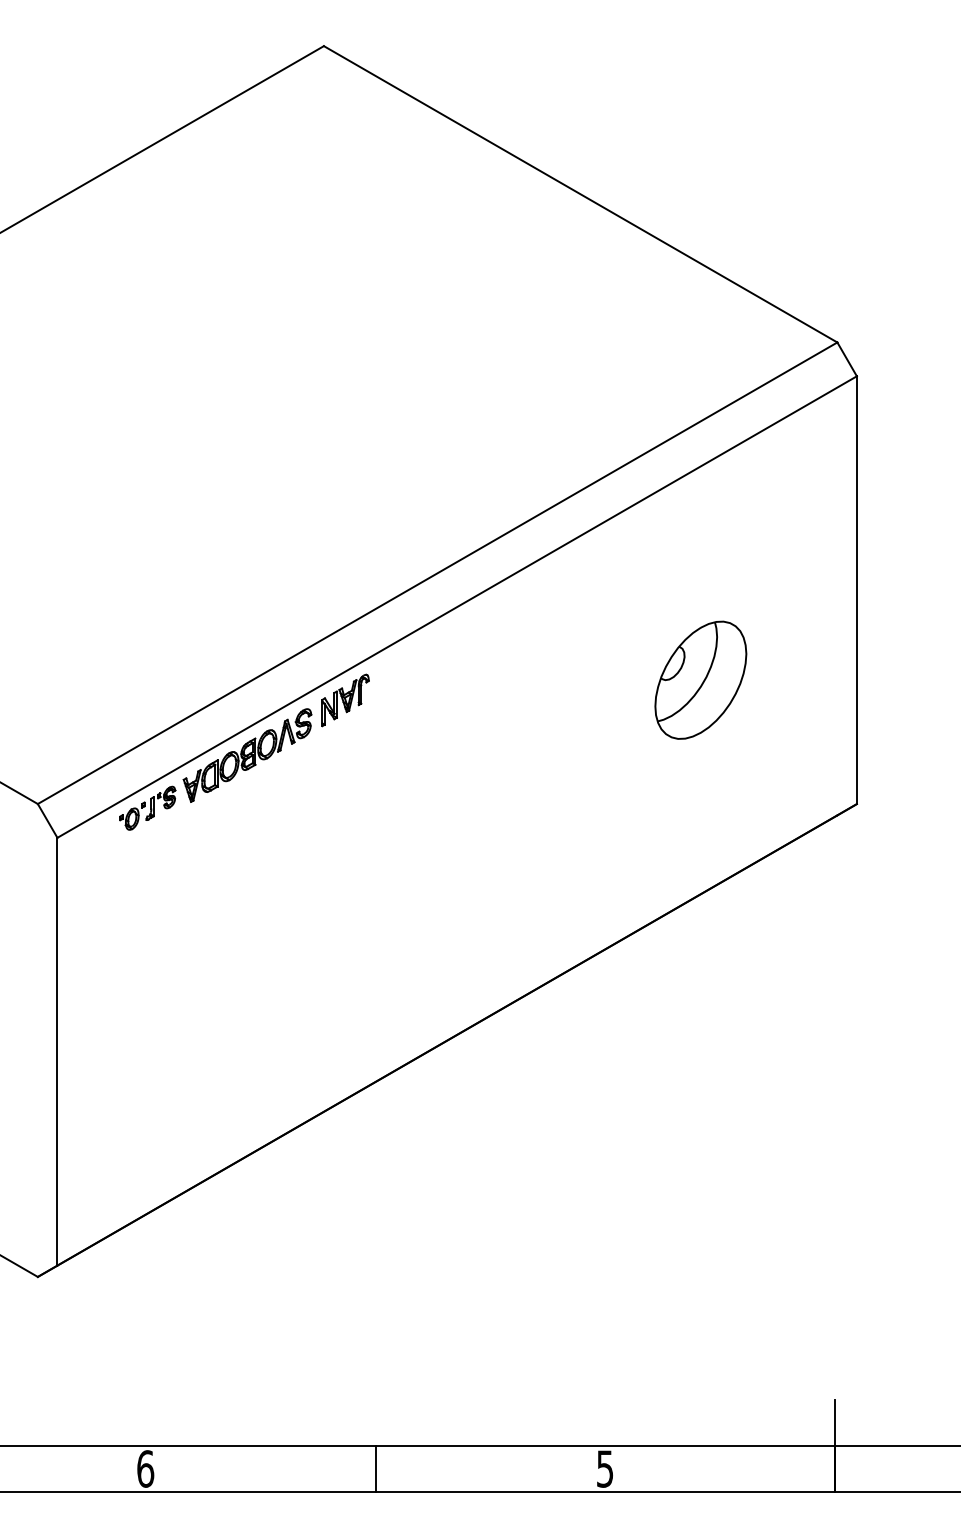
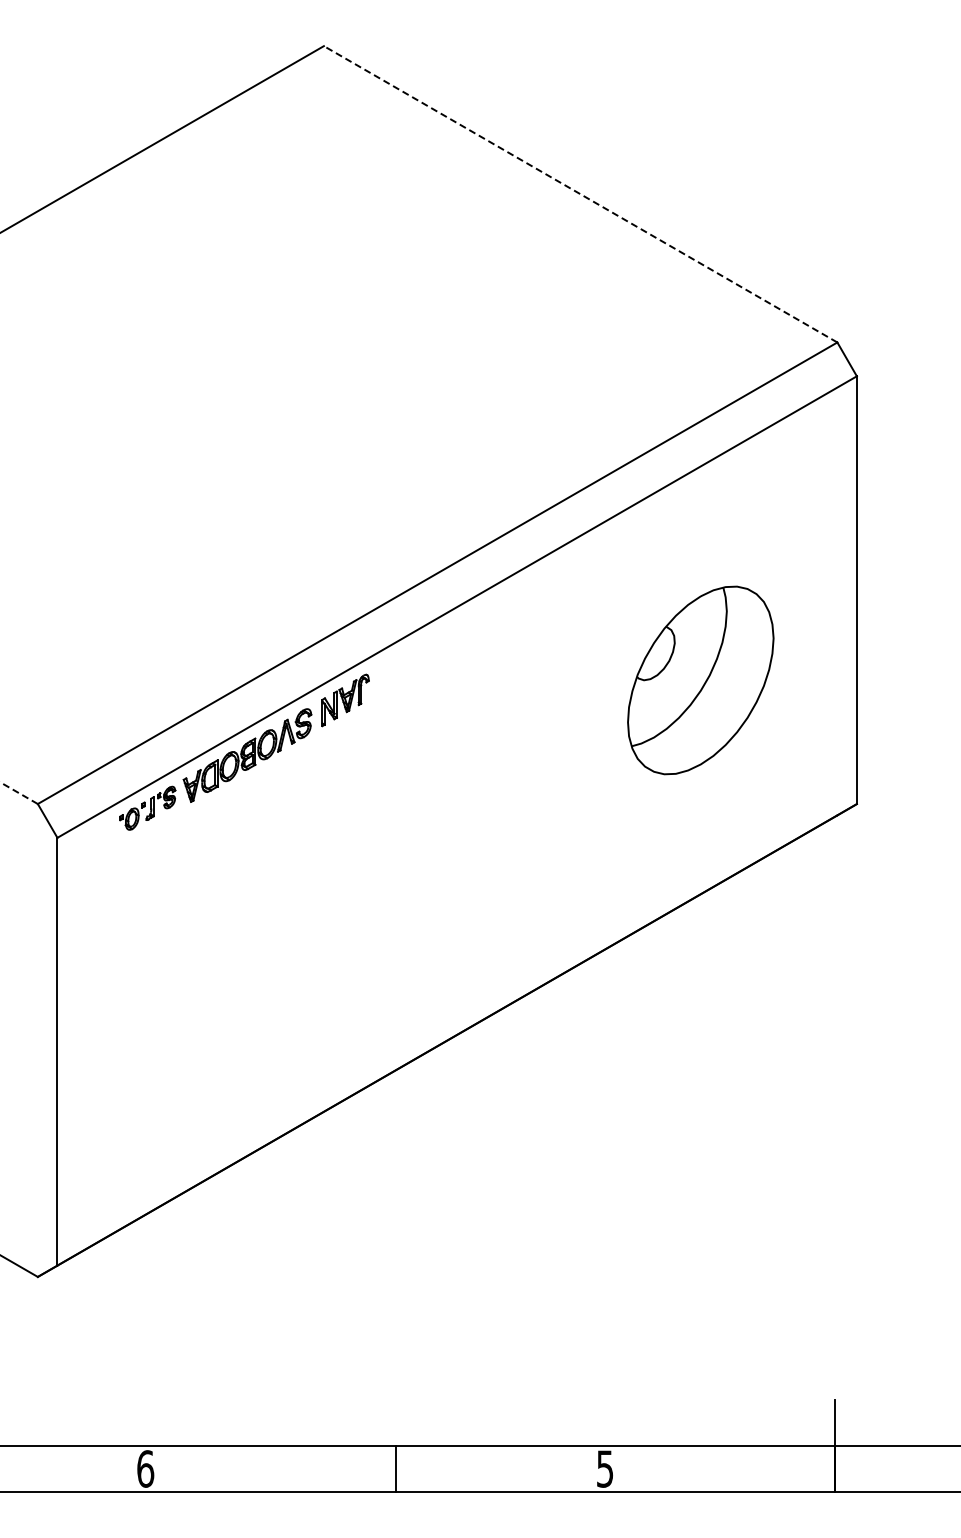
line at (580, 194): solid -> dashed
part at (700, 679) size: 94x120 px -> 148x191 px
line at (18, 793): solid -> dashed
line at (375, 1468) position: (375, 1468) -> (395, 1468)
